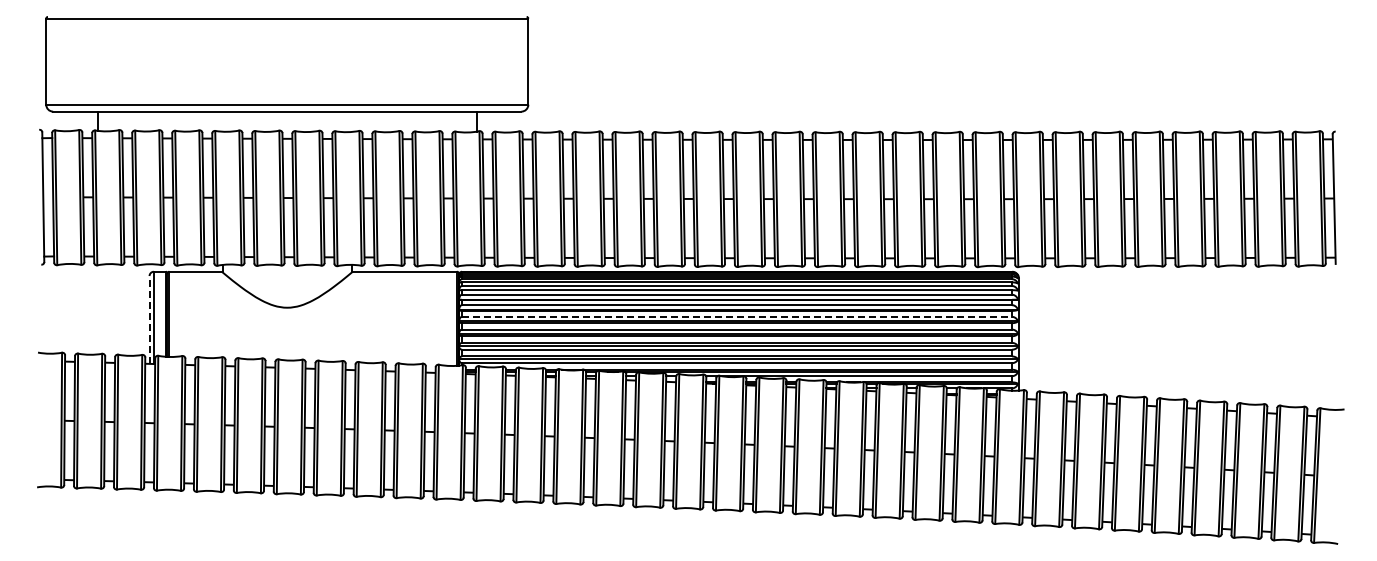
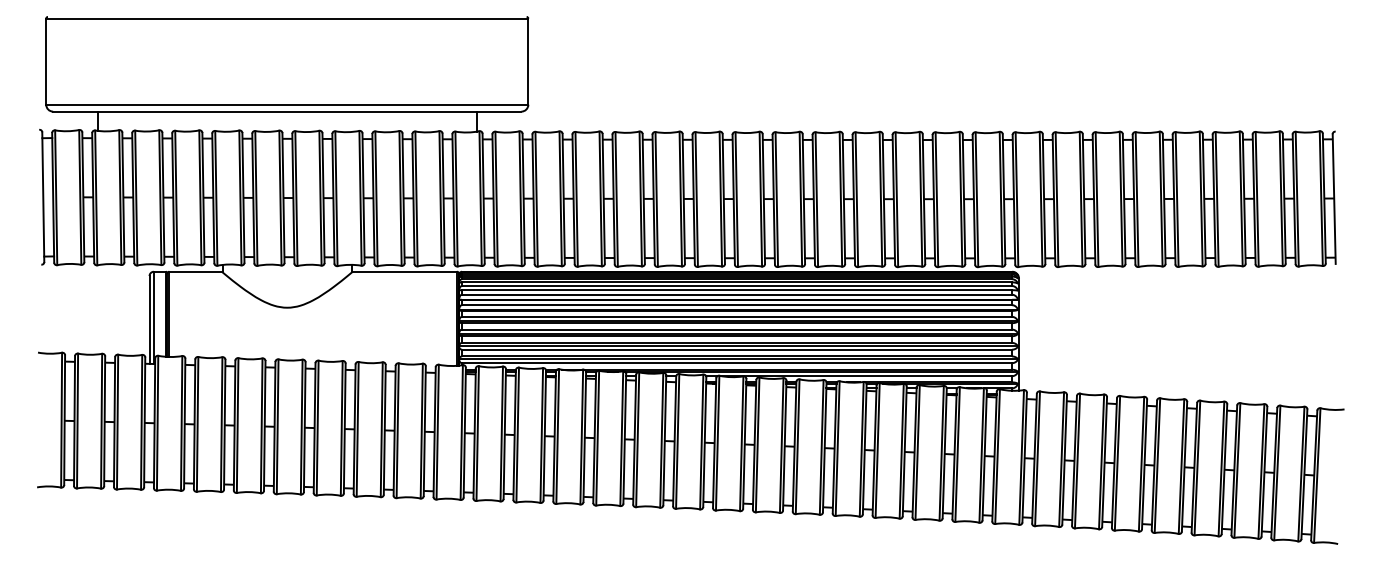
line at (737, 316): dashed -> solid
line at (149, 319): dashed -> solid
